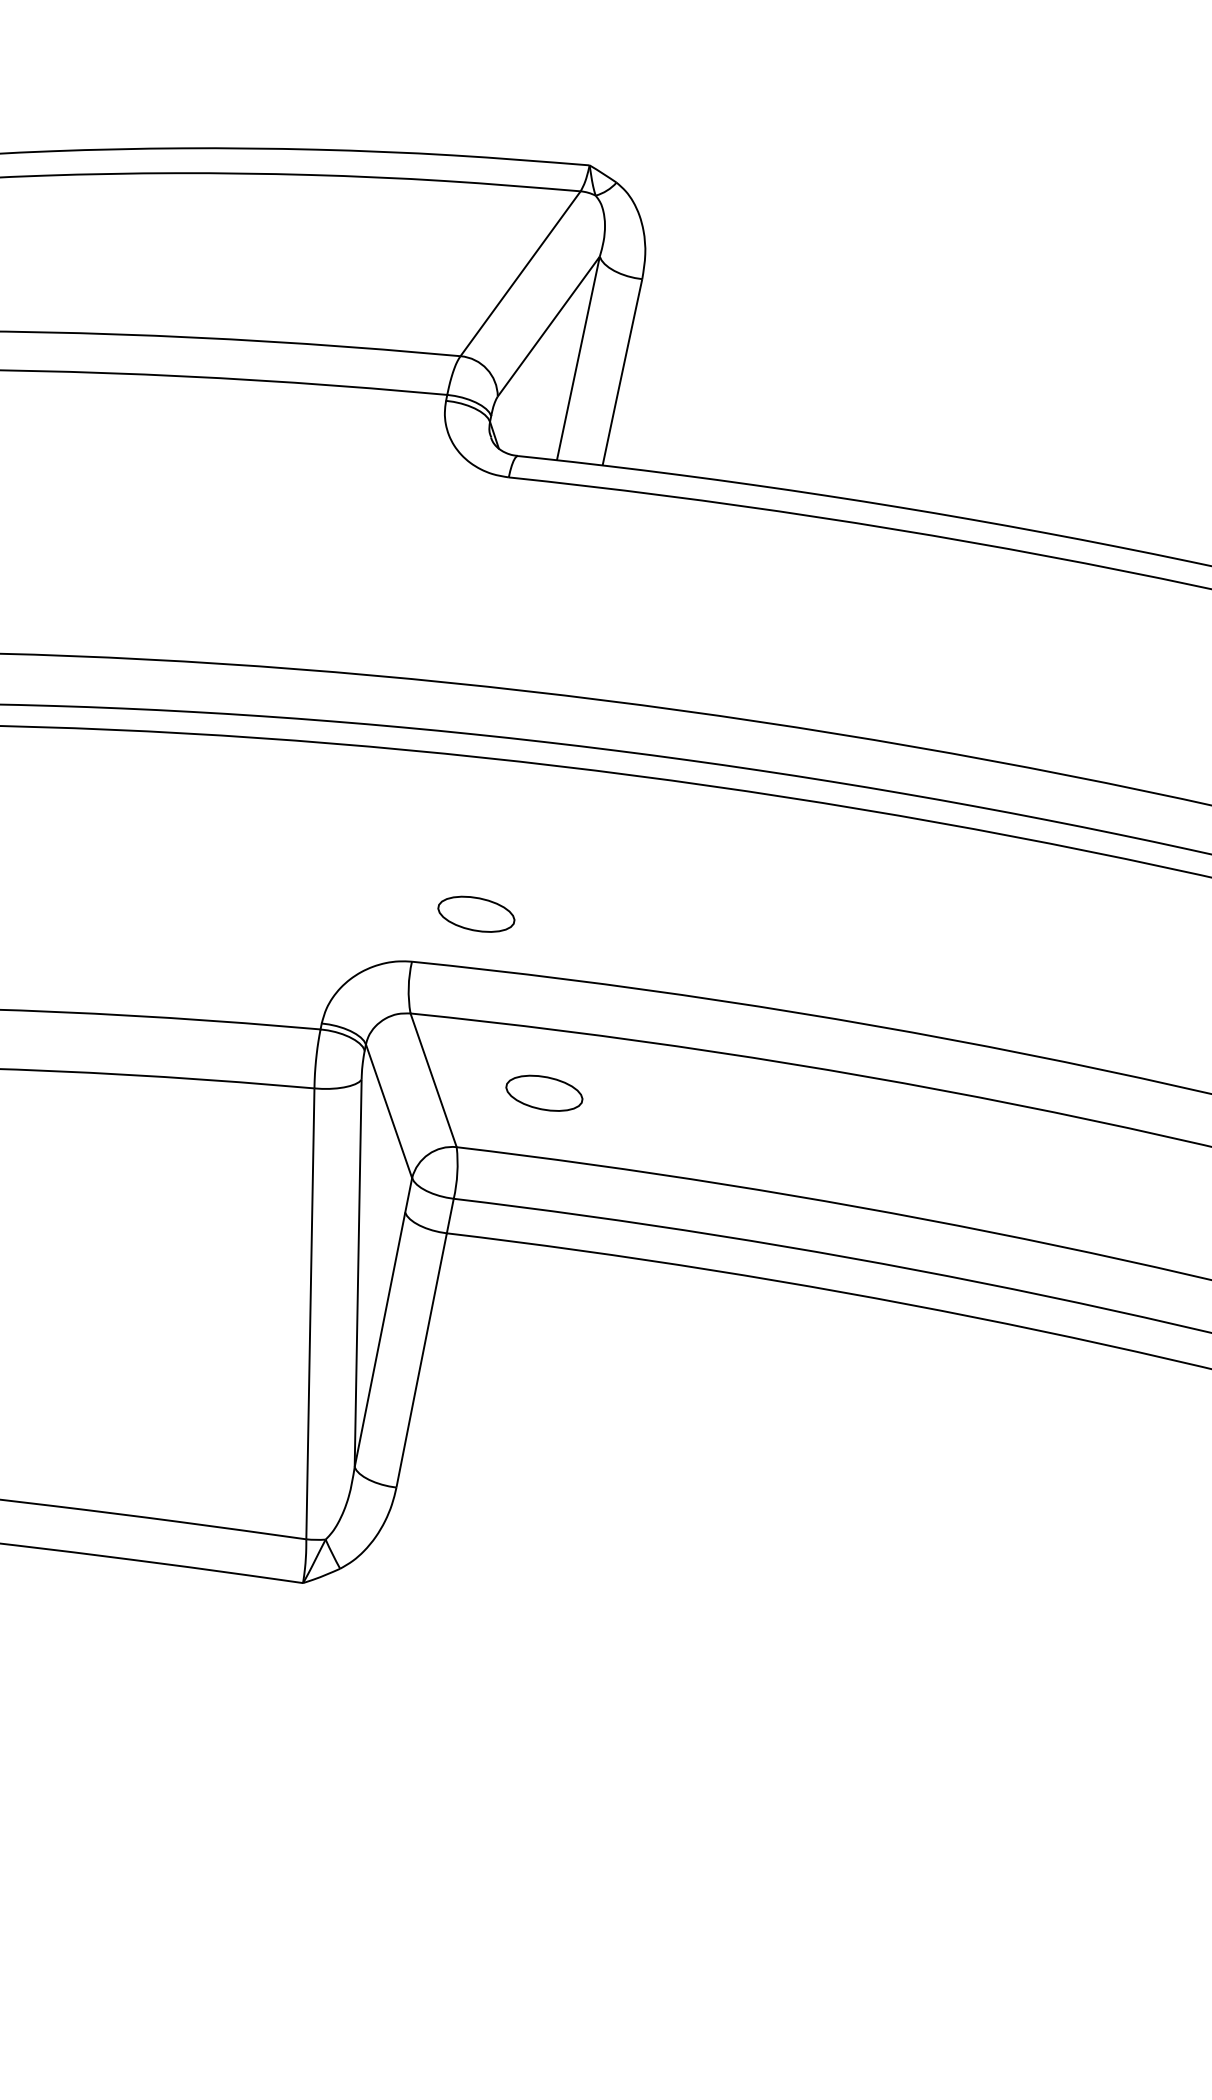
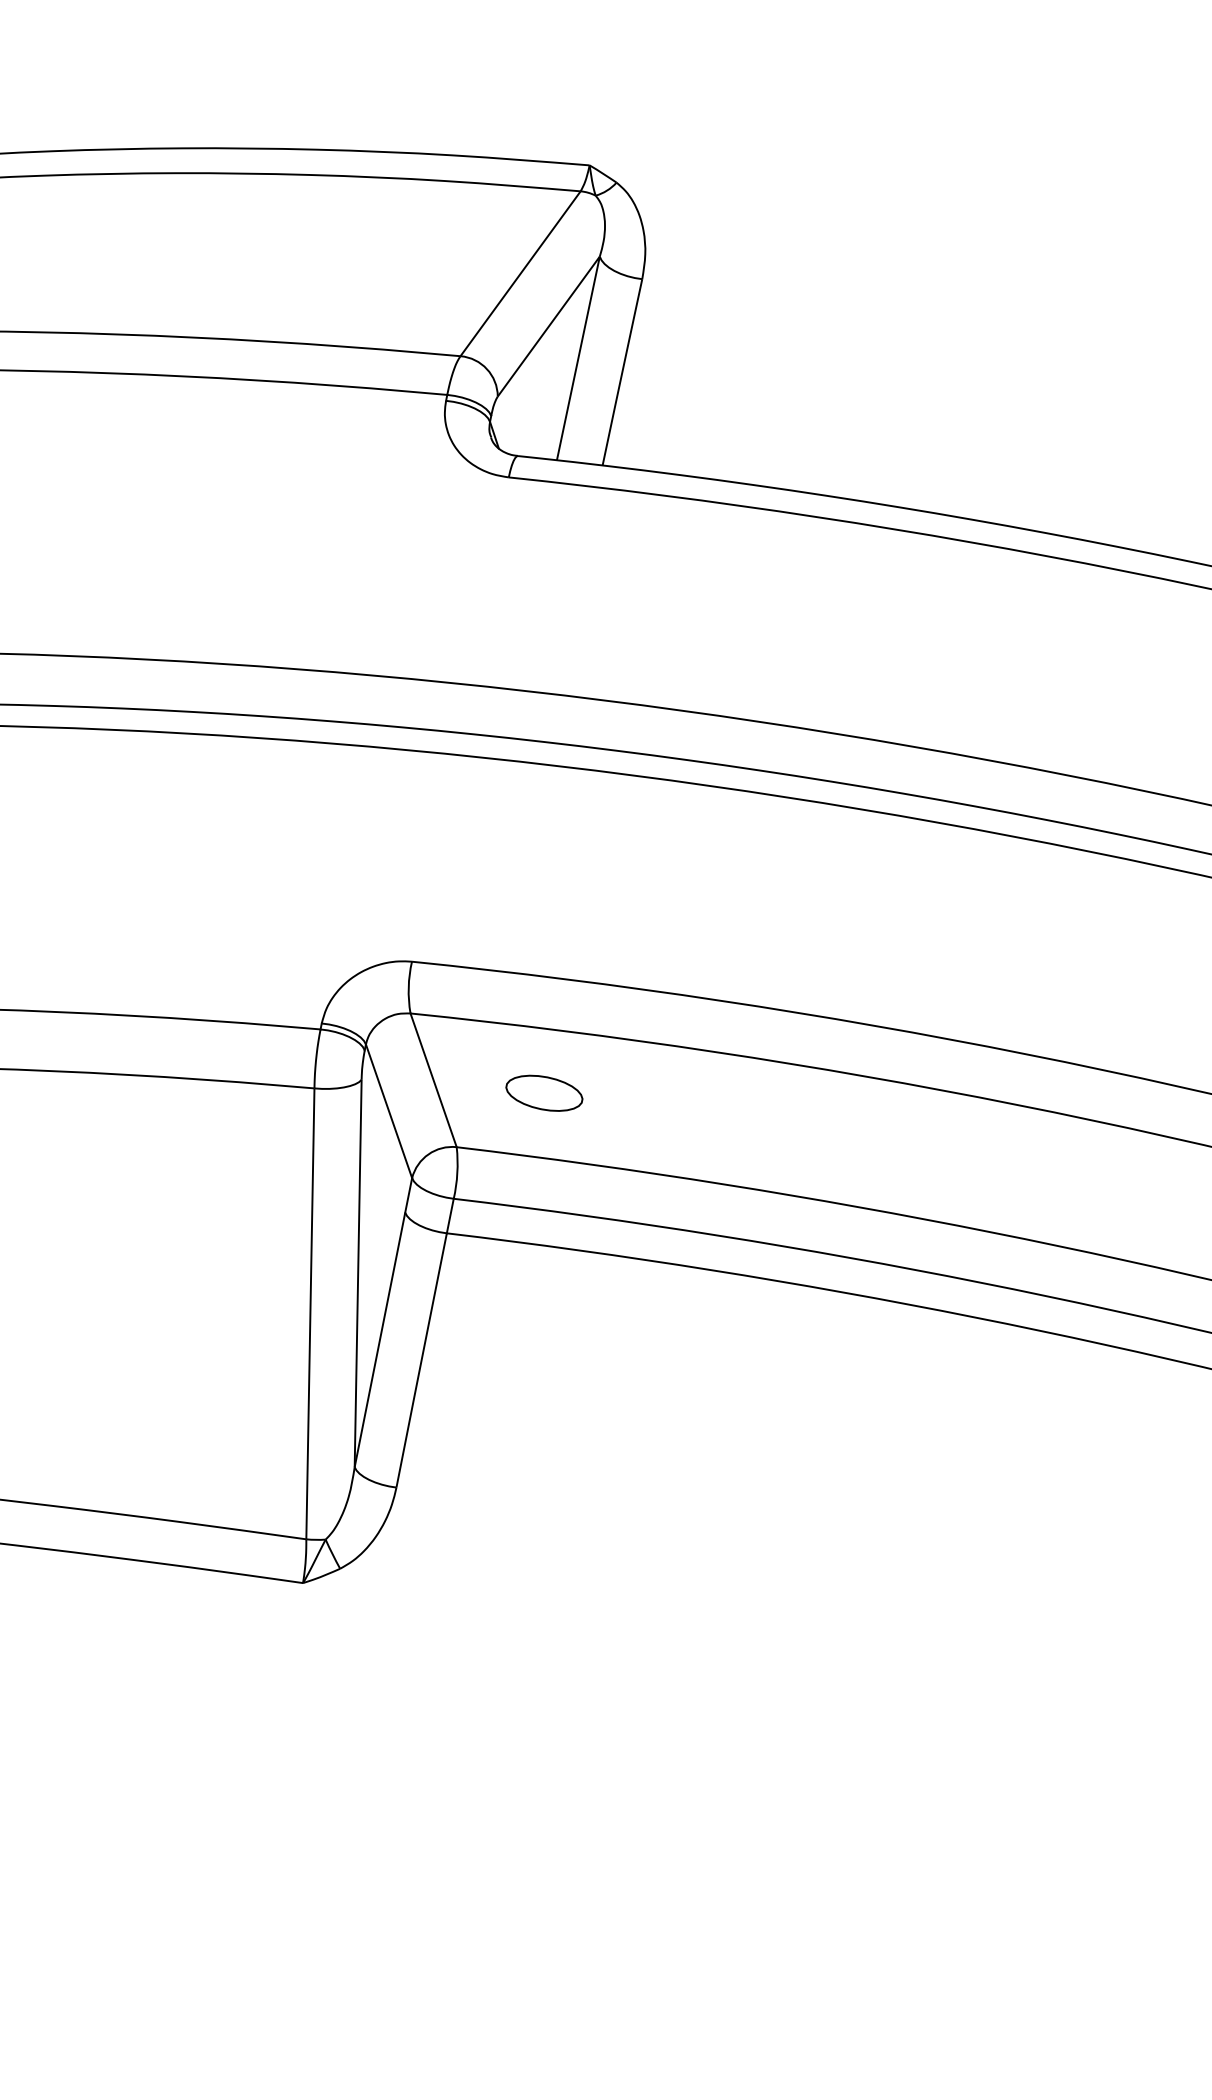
part at (476, 913): present -> none
